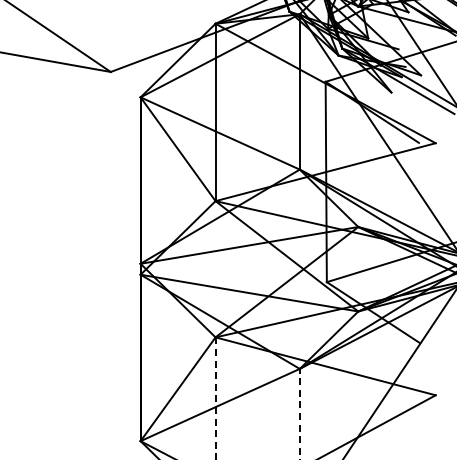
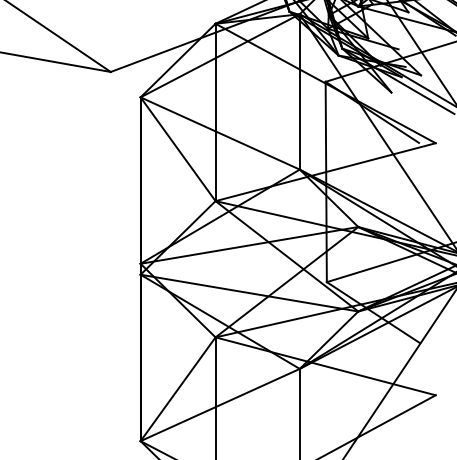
line at (215, 399): dashed -> solid
line at (299, 413): dashed -> solid
